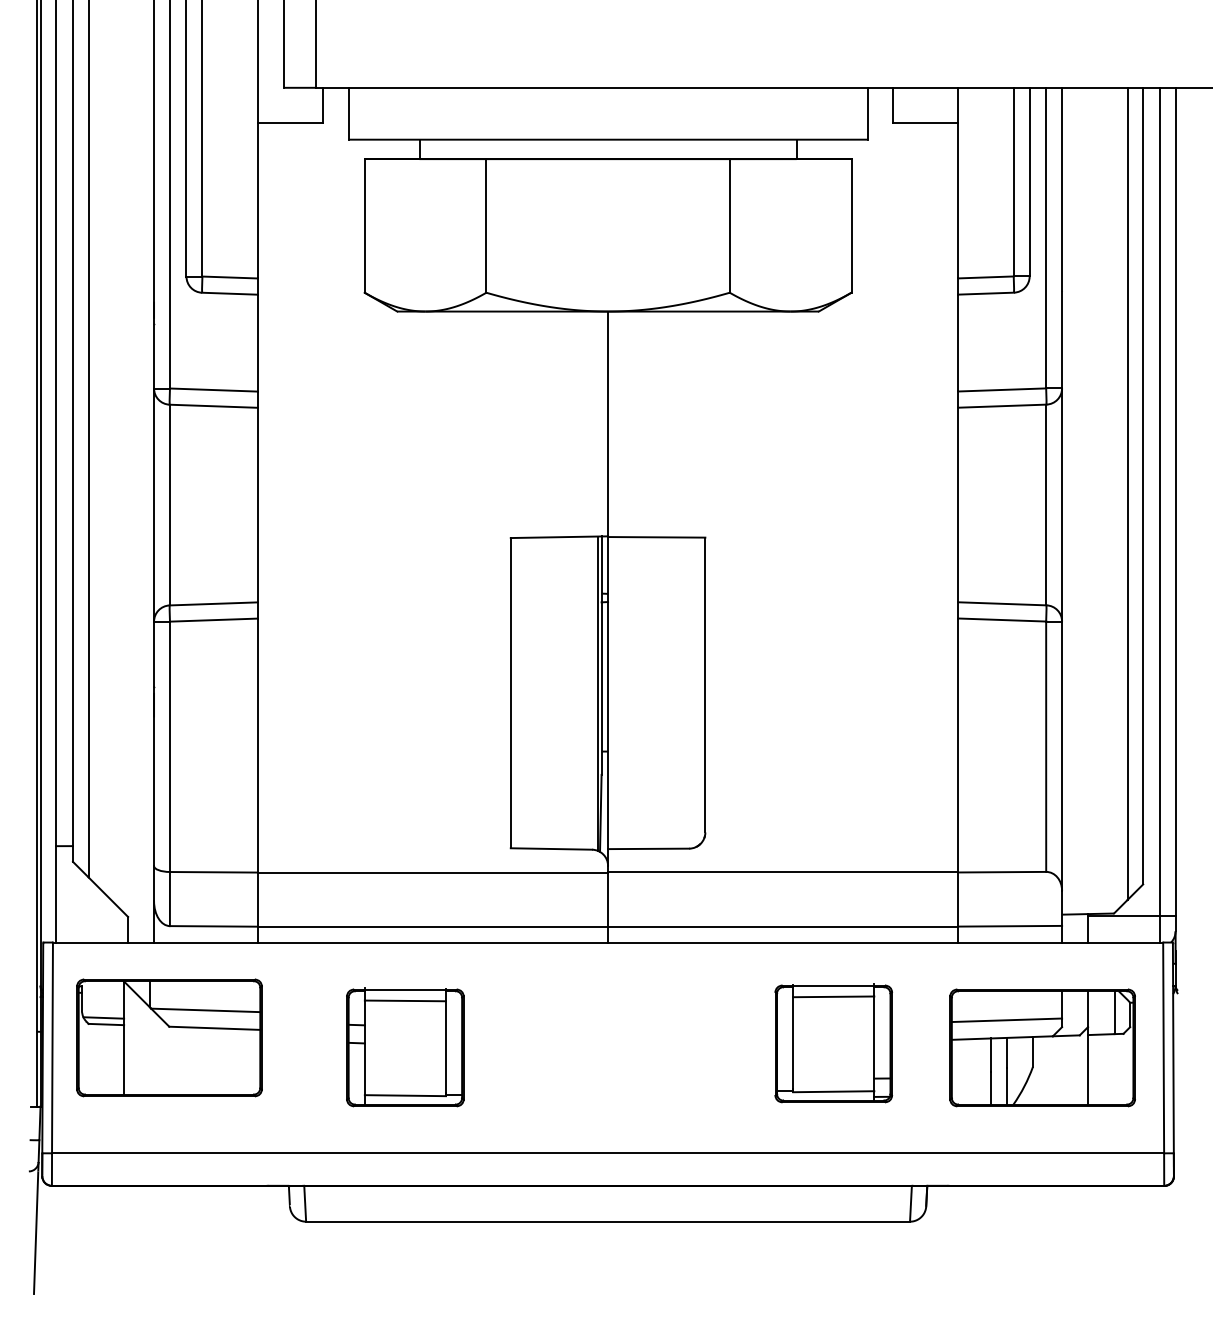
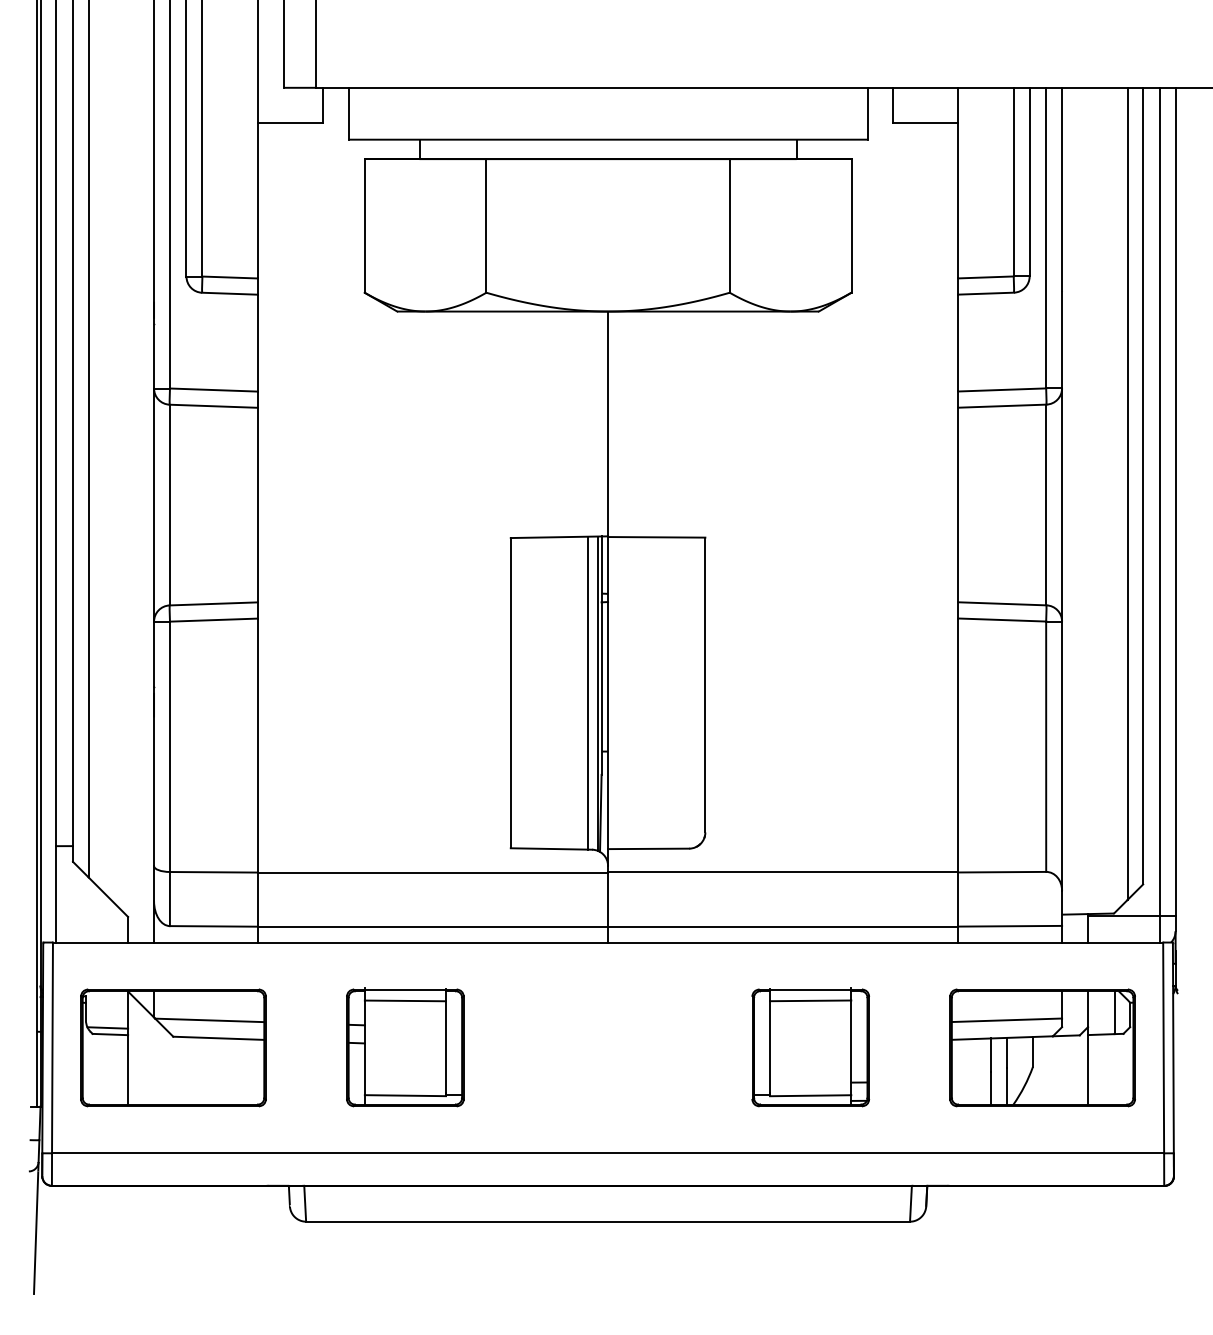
line at (588, 692): none -> present
part at (169, 1037) position: (169, 1037) -> (173, 1047)
part at (833, 1043) position: (833, 1043) -> (810, 1047)
